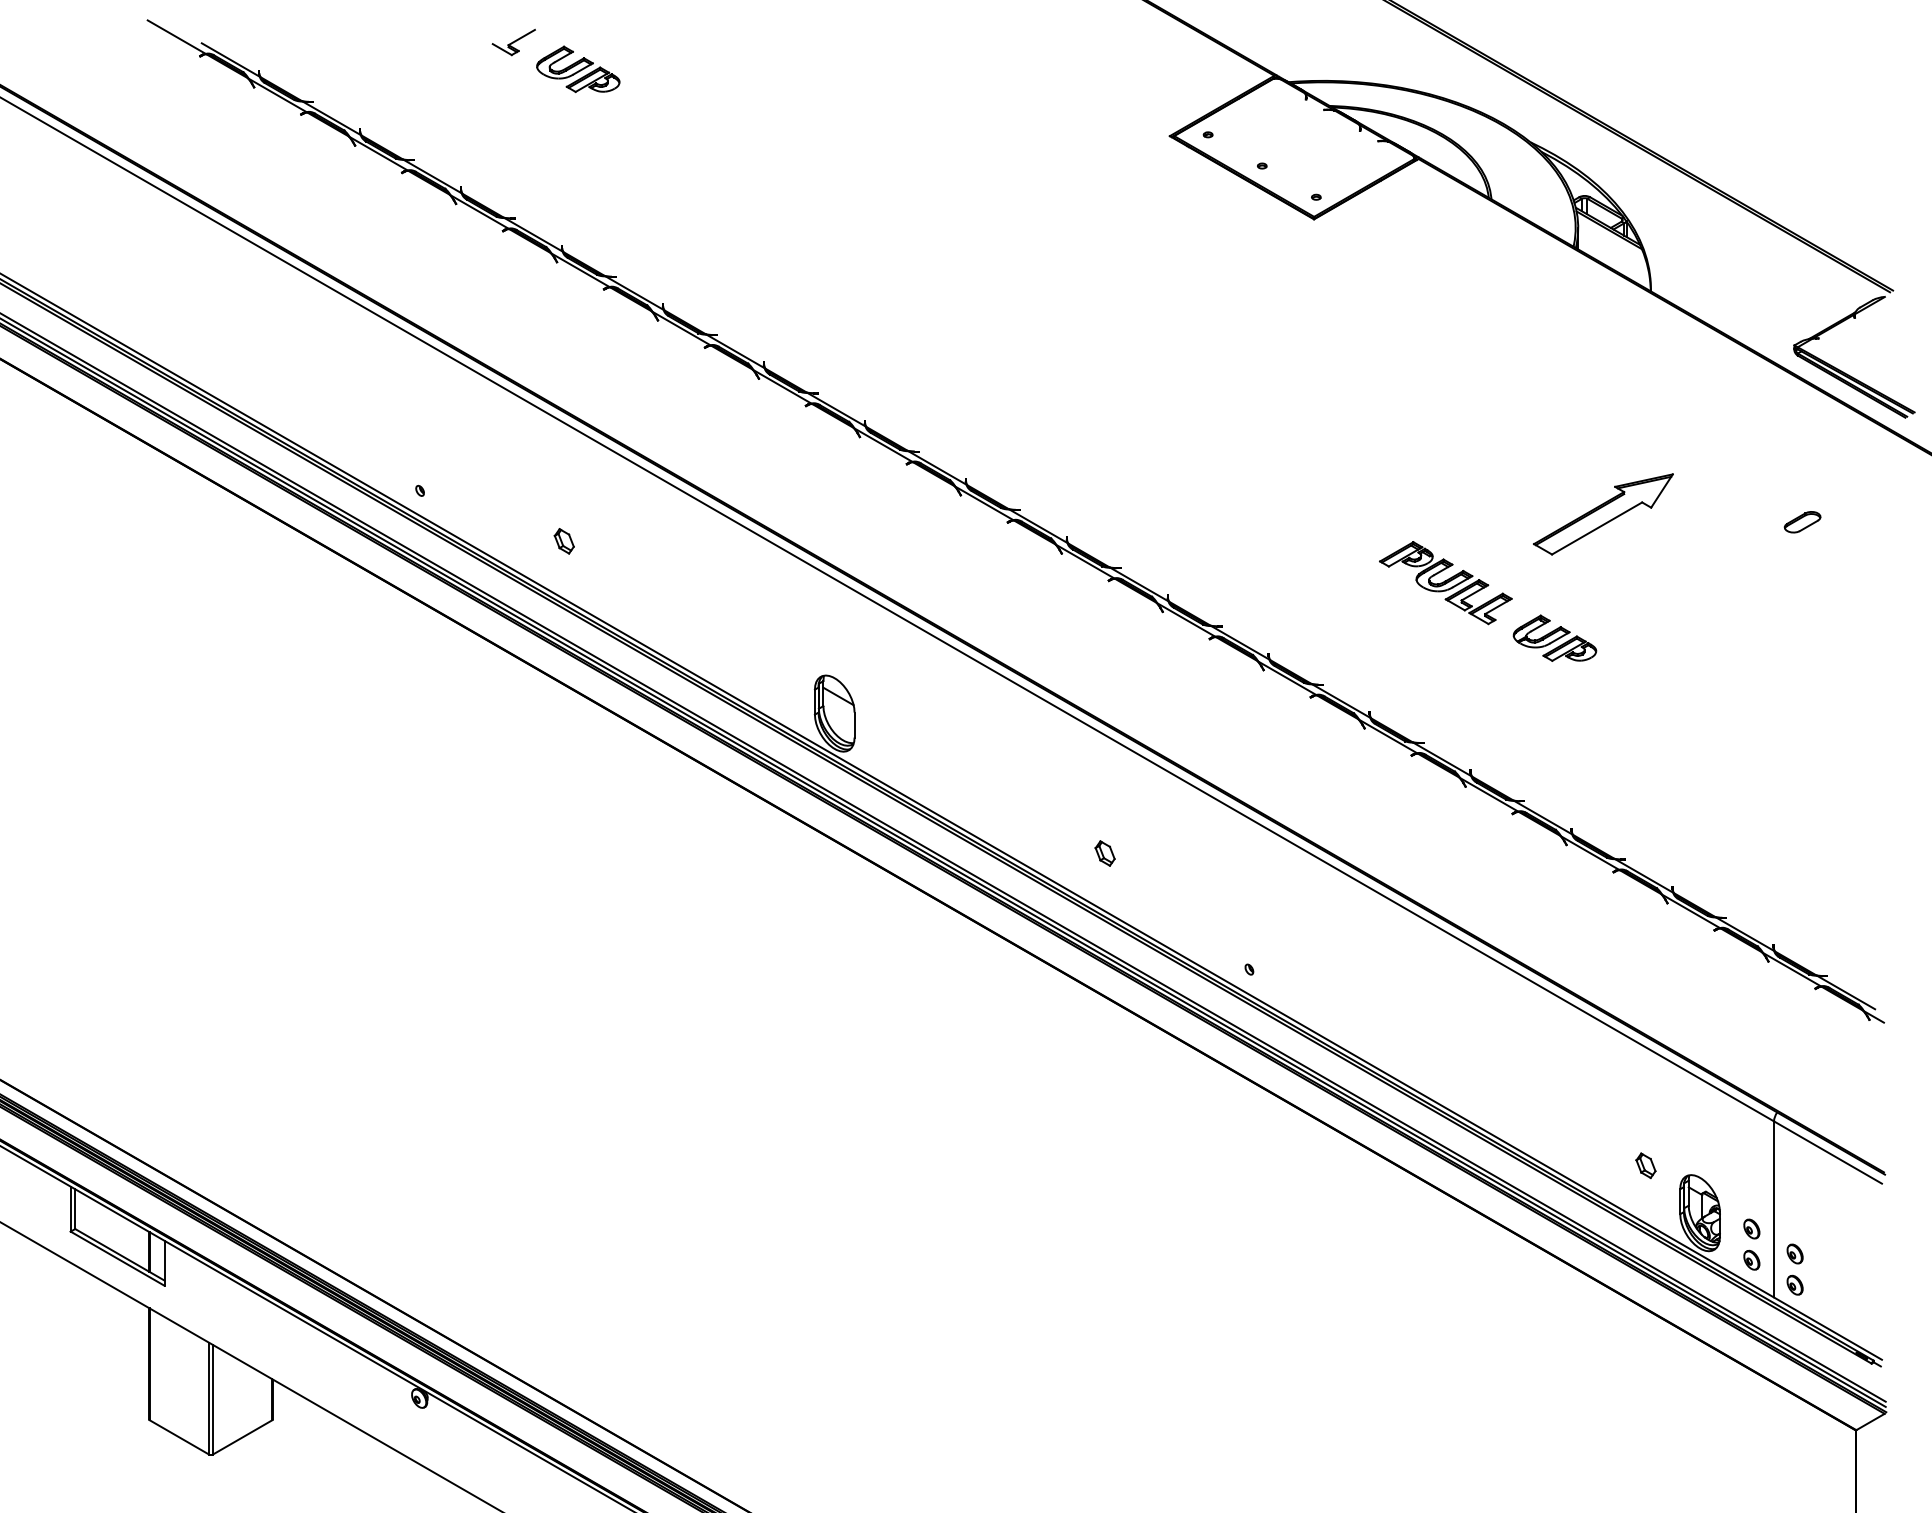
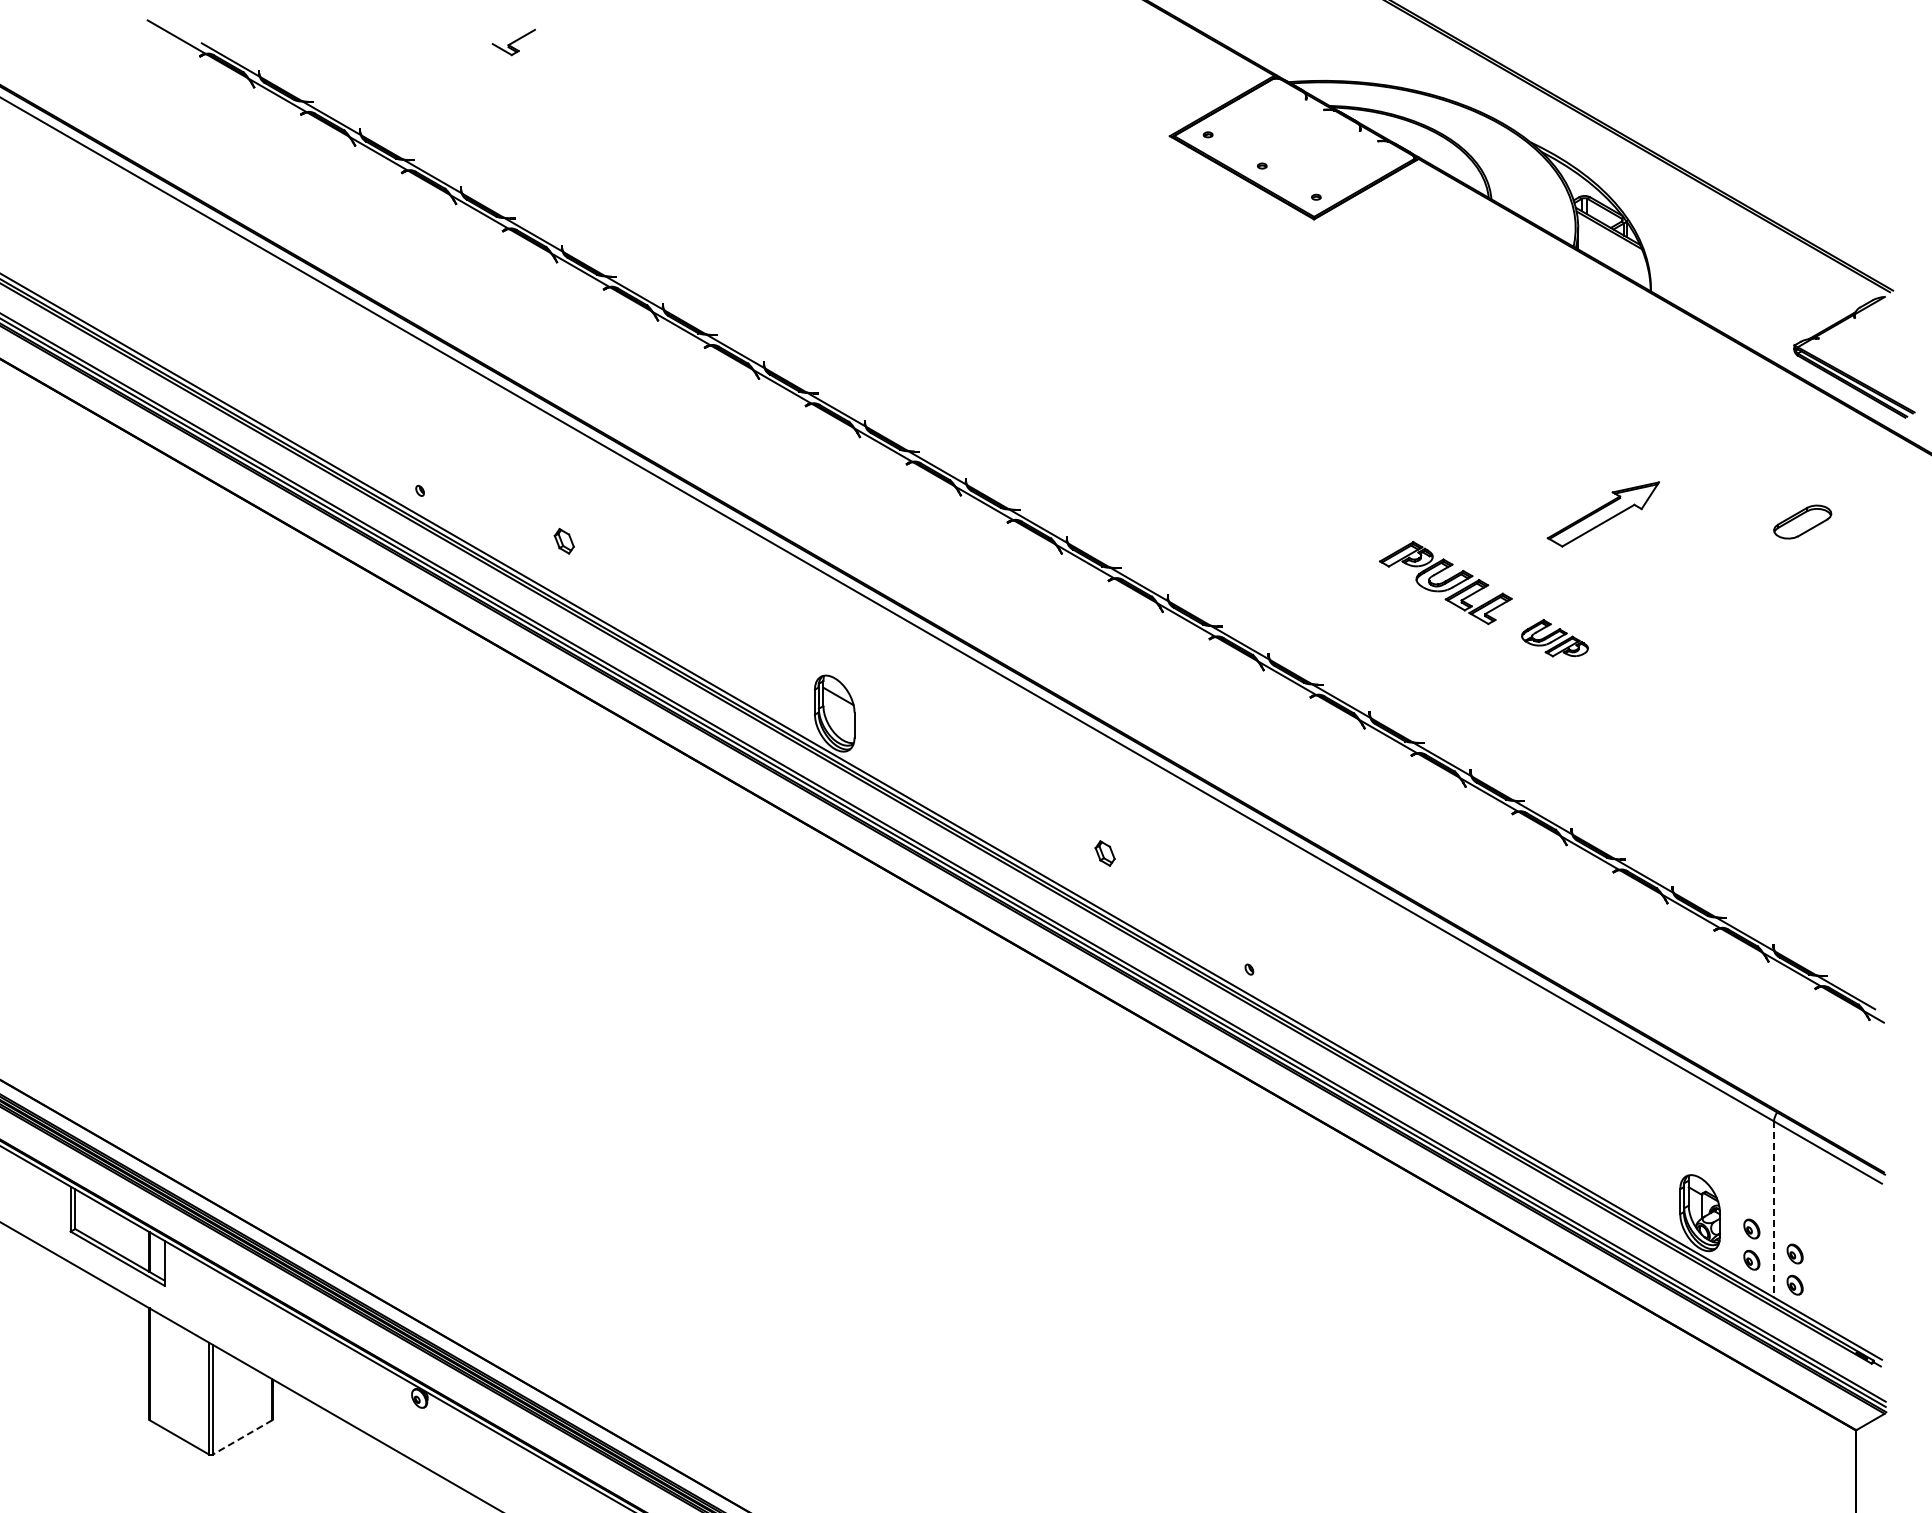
part at (578, 68): present -> none
part at (1603, 514) size: 141x83 px -> 114x67 px
part at (1802, 522) size: 39x23 px -> 60x36 px
part at (1554, 637) size: 86x48 px -> 68x39 px
part at (1645, 1165): present -> none
line at (1774, 1209): solid -> dashed
line at (242, 1437): solid -> dashed
